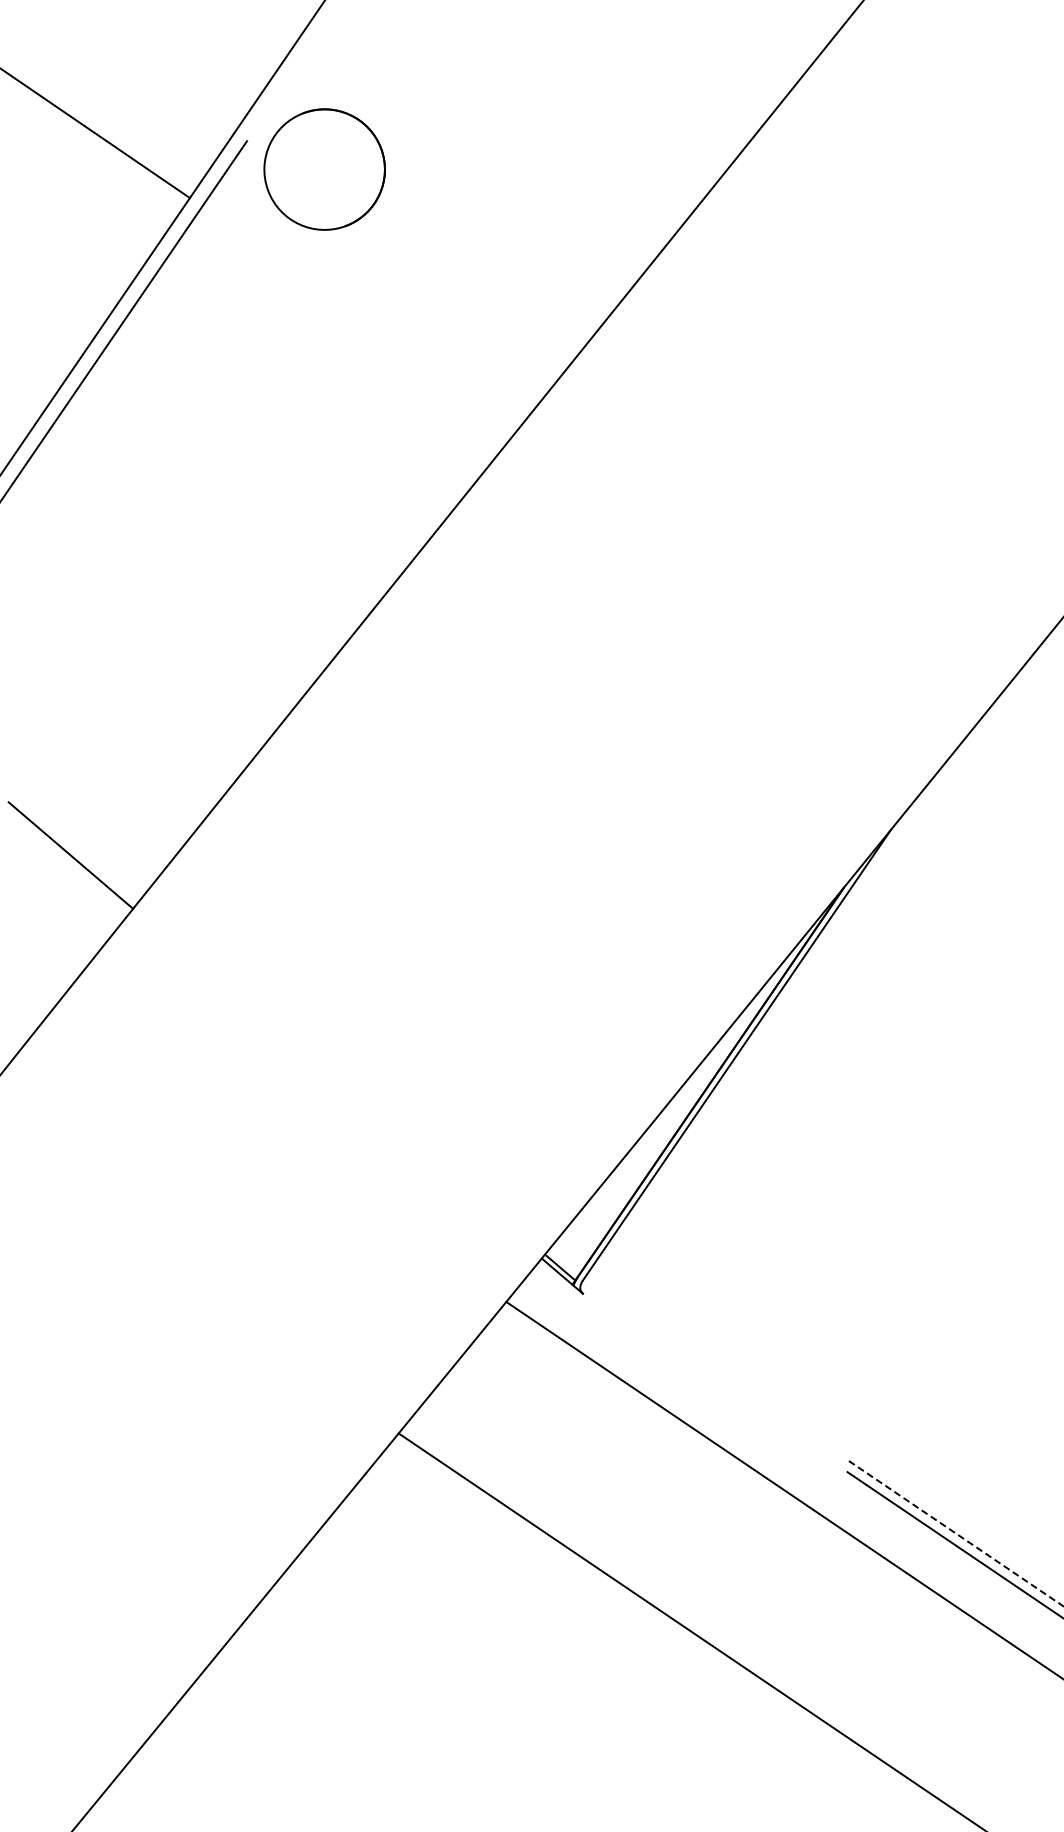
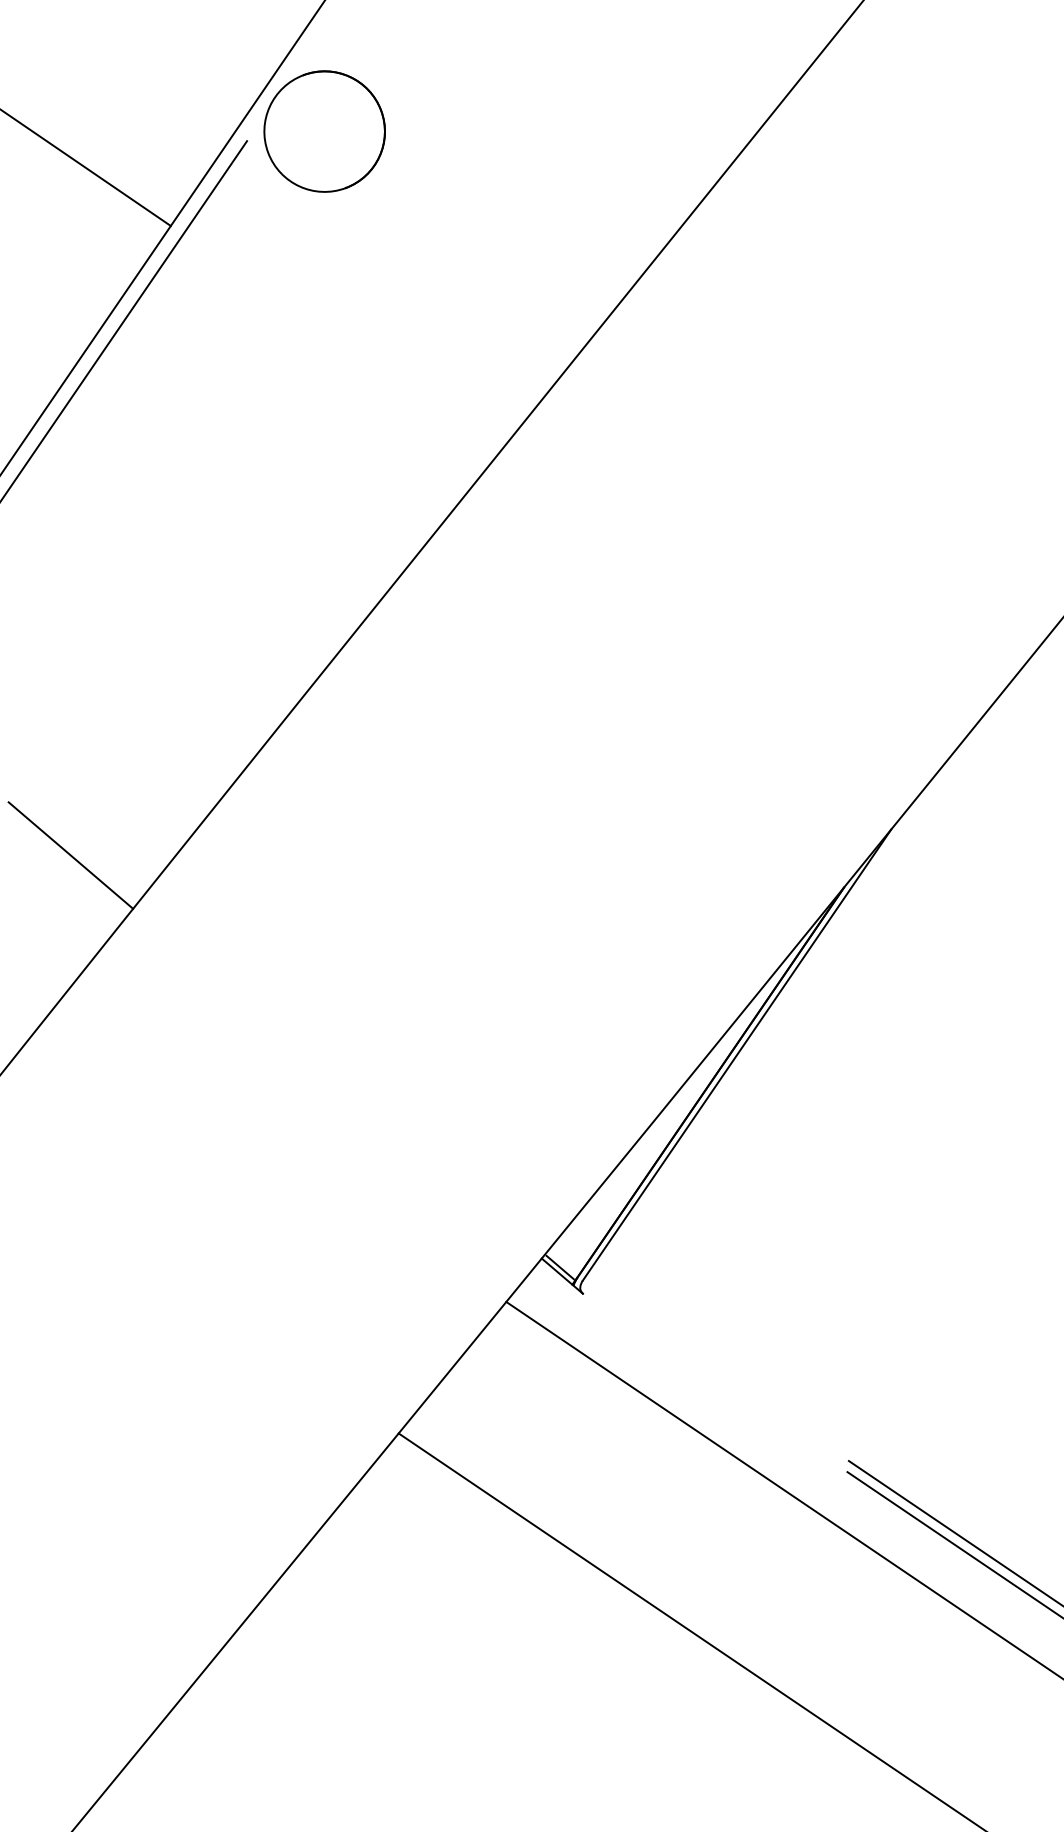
line at (95, 133) position: (95, 133) -> (86, 167)
part at (324, 169) position: (324, 169) -> (324, 131)
line at (956, 1533): dashed -> solid
